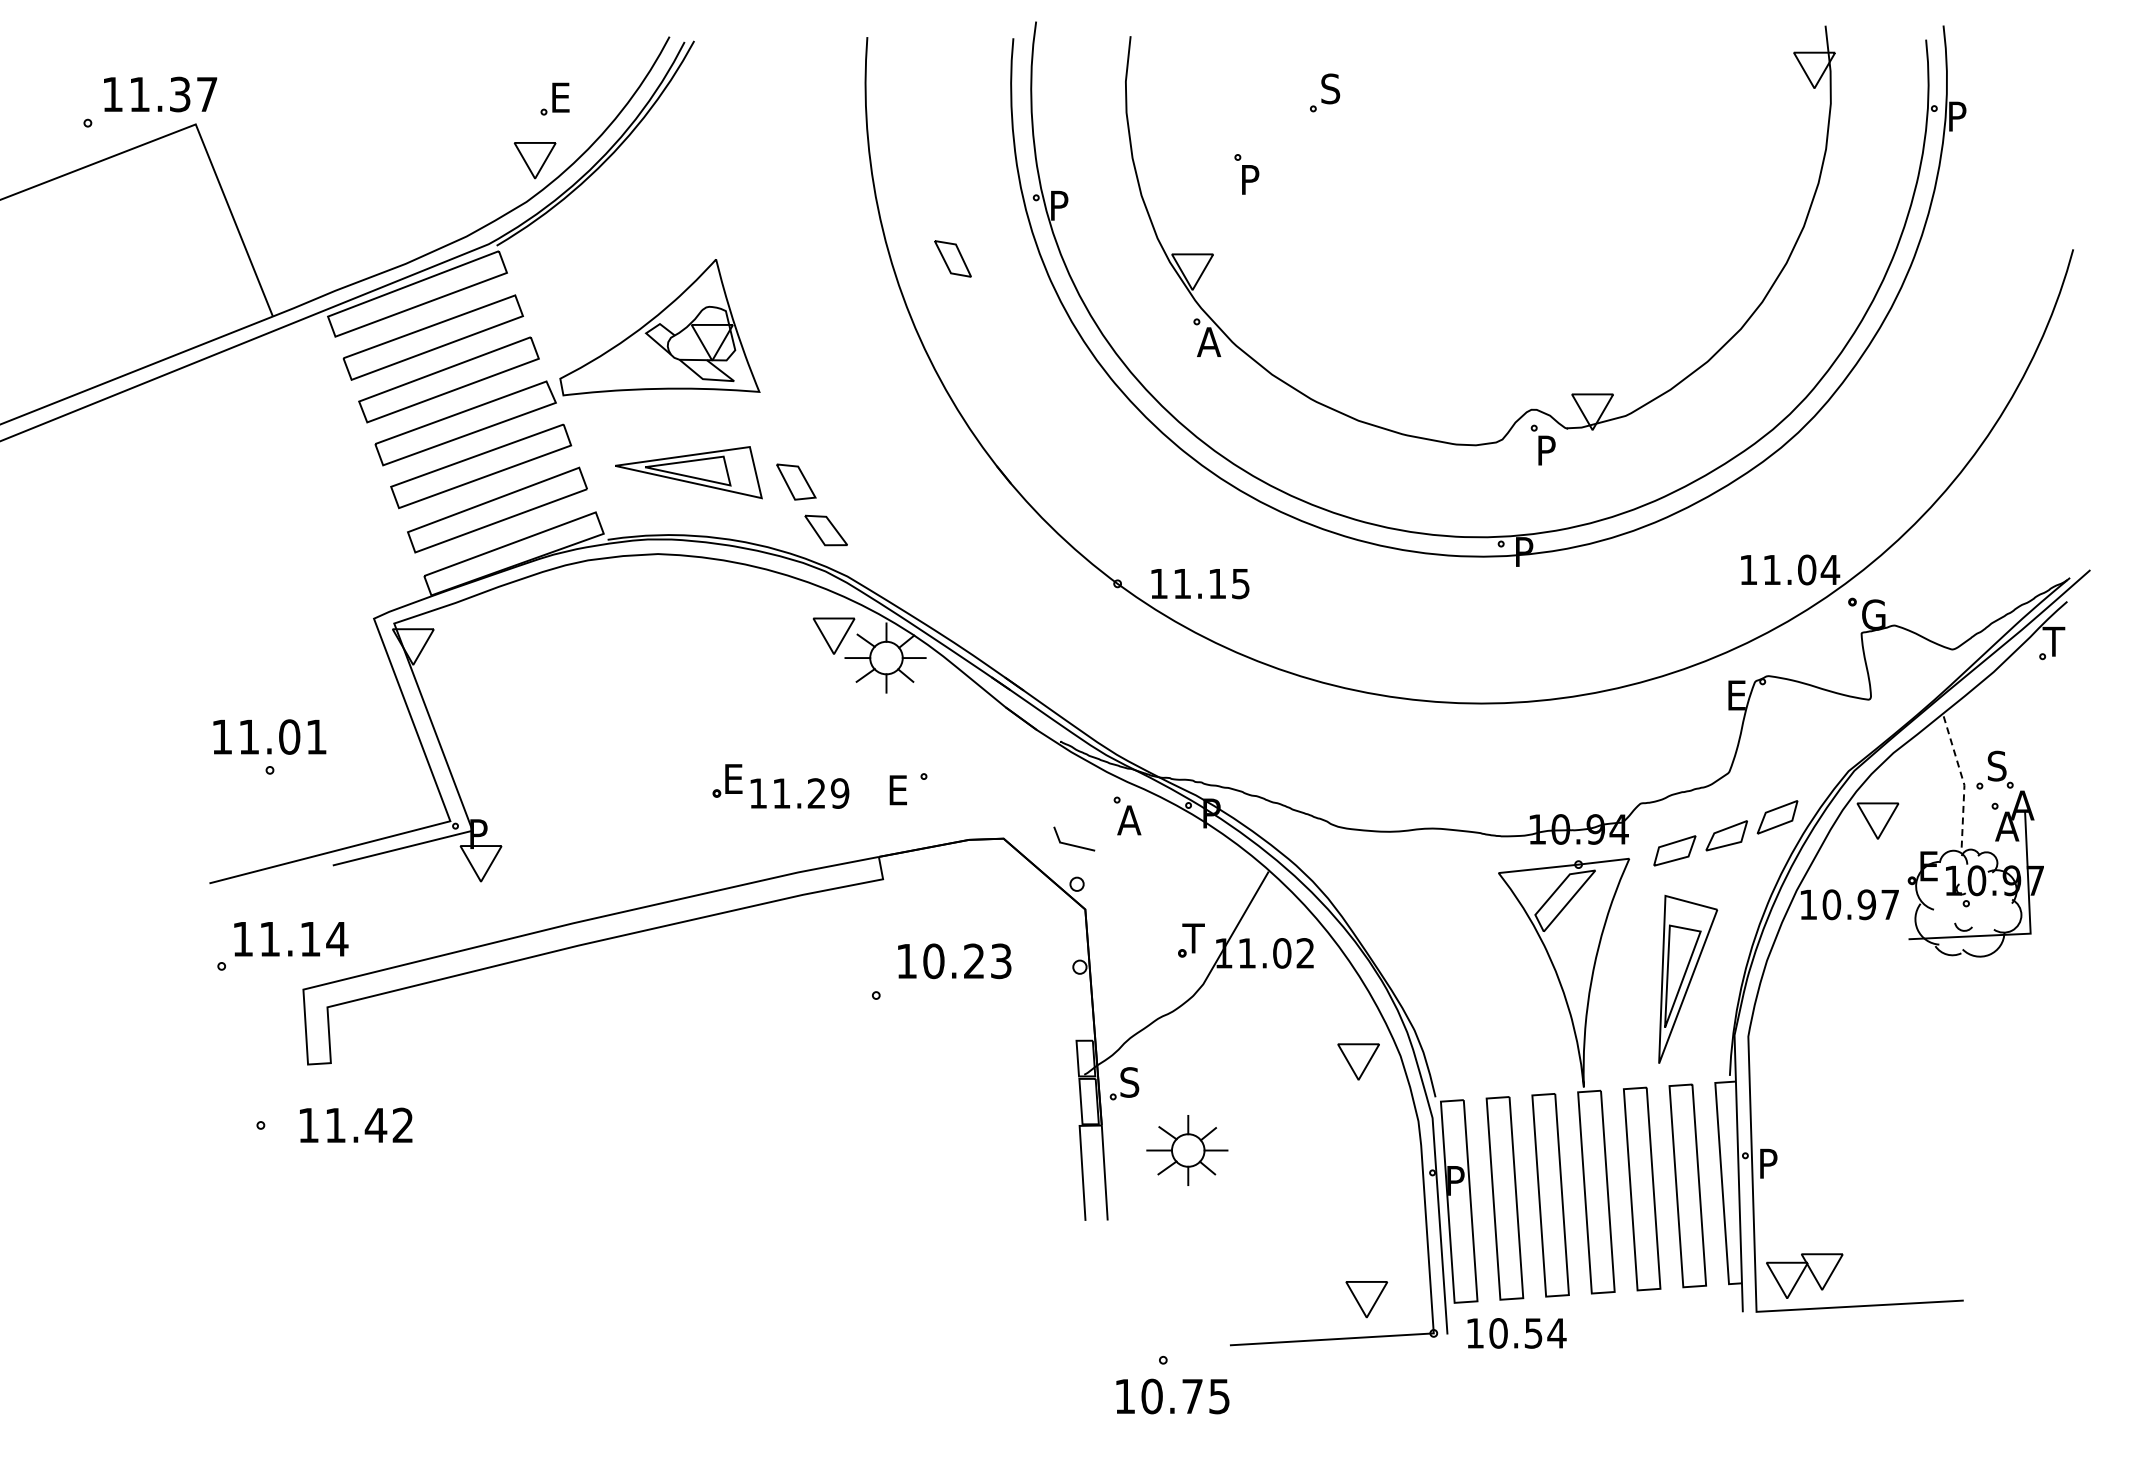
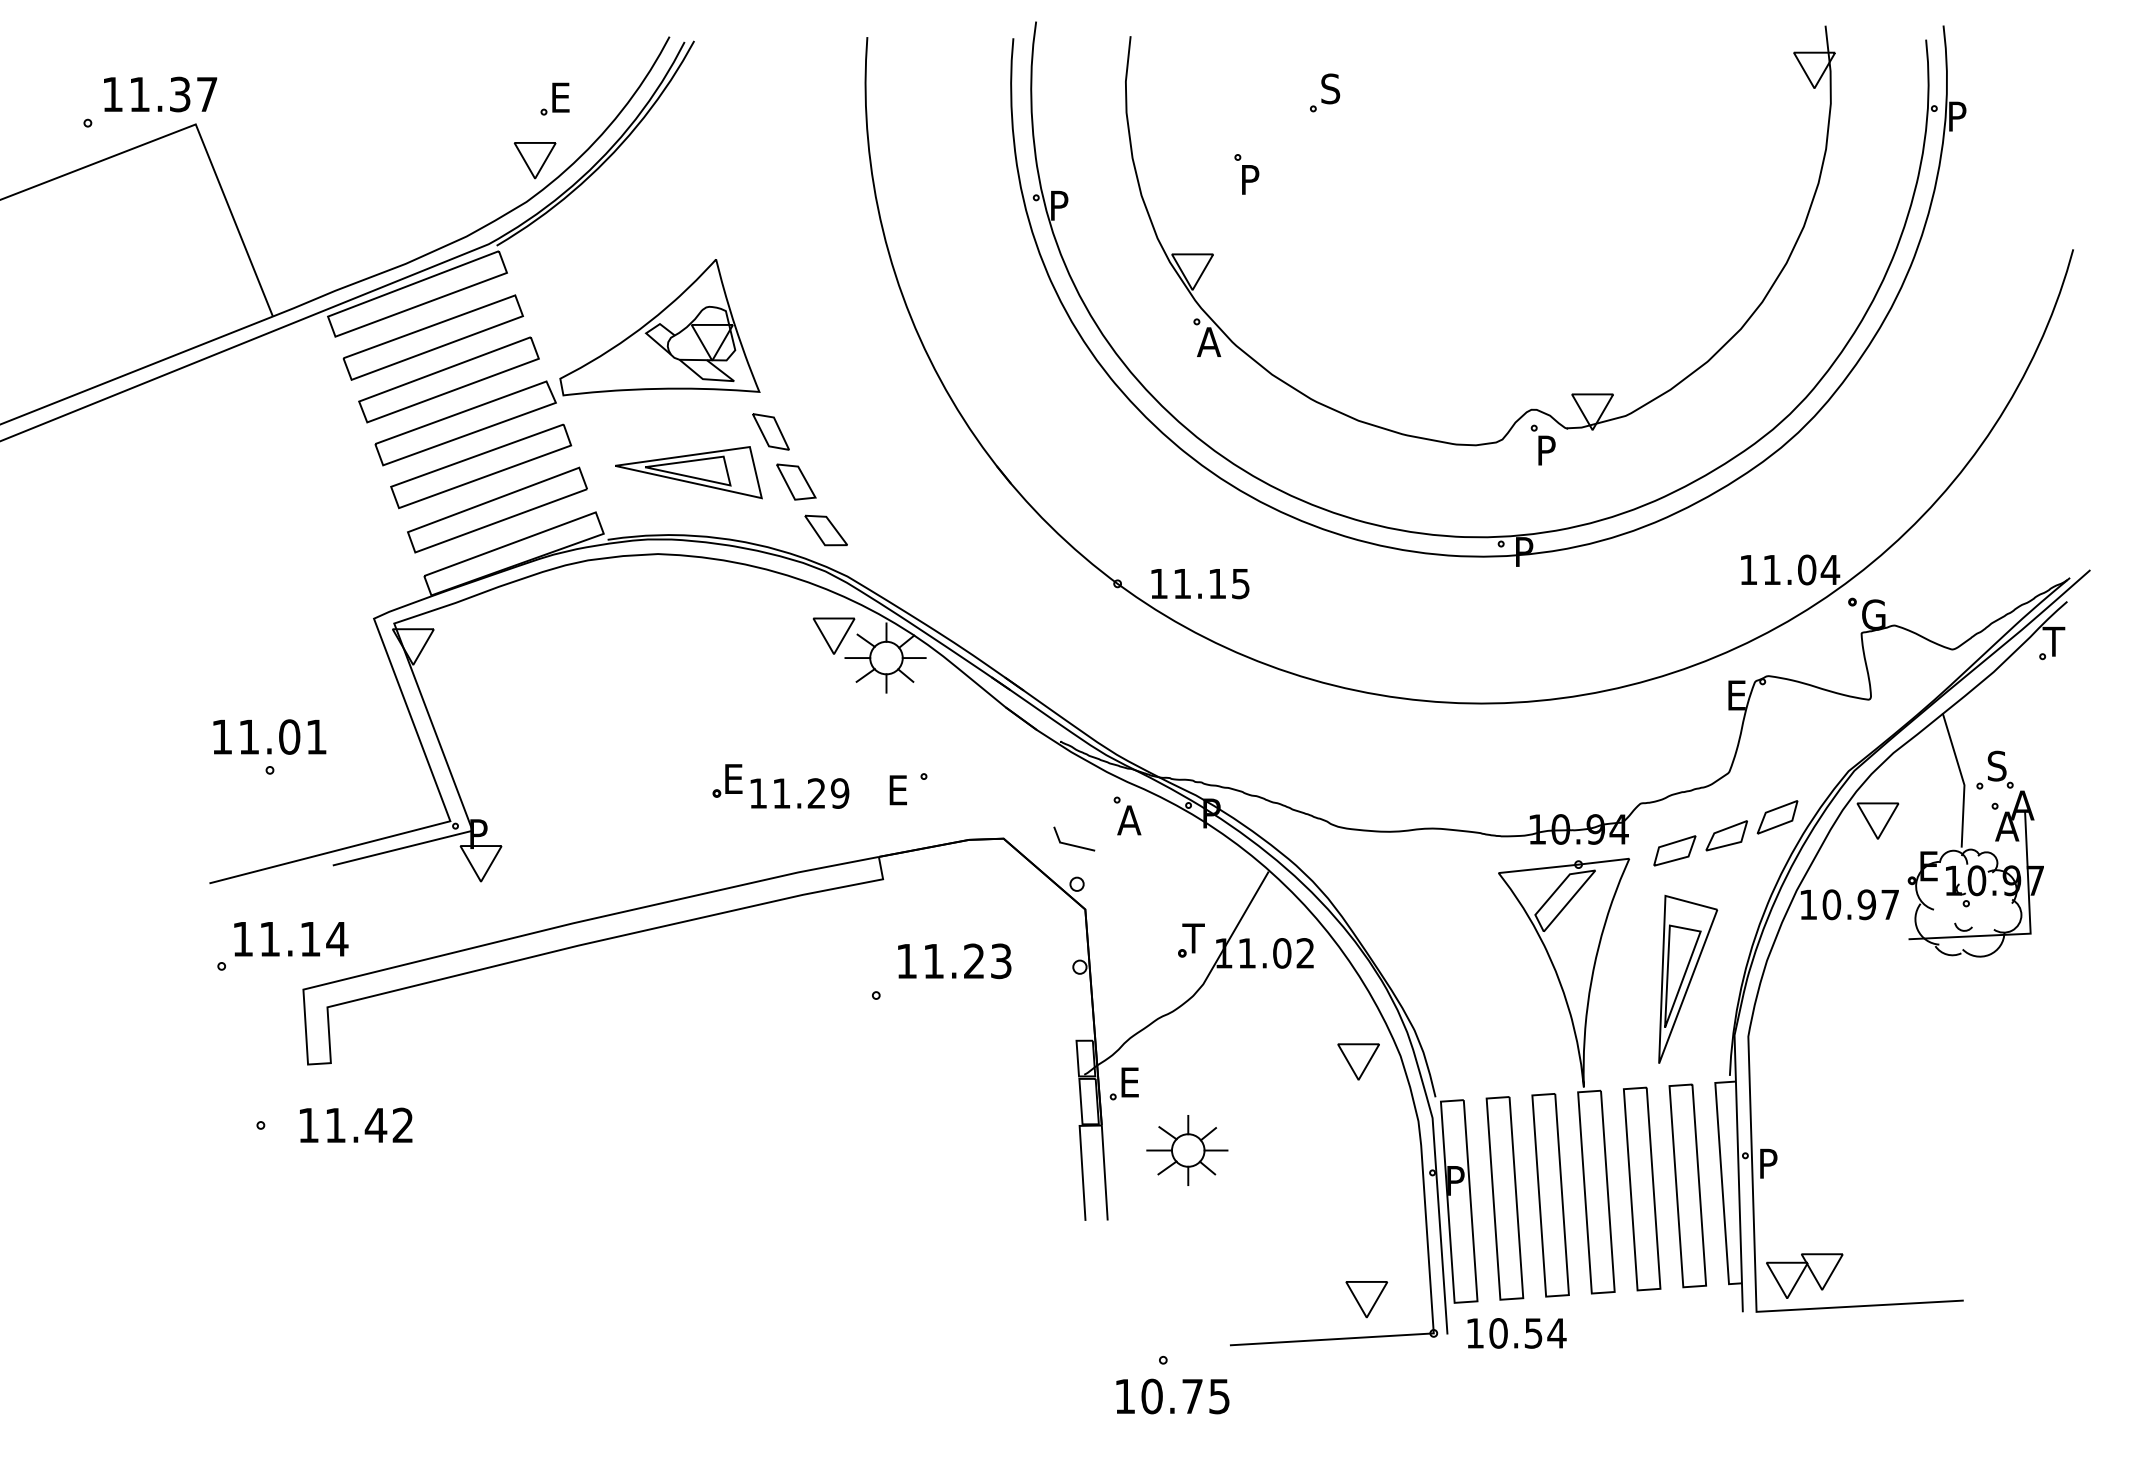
part at (952, 258) position: (952, 258) -> (770, 431)
line at (1962, 779): dashed -> solid
text at (933, 961): 10.23 -> 11.23
text at (1129, 1082): S -> E
